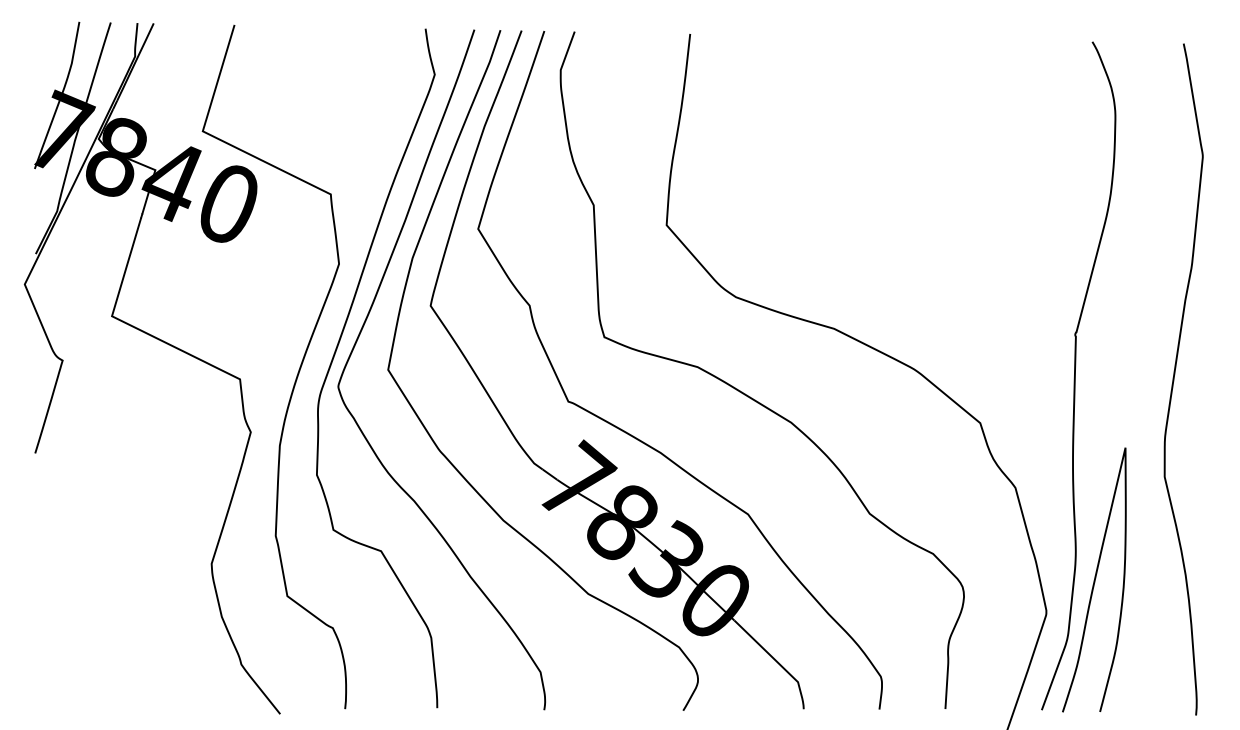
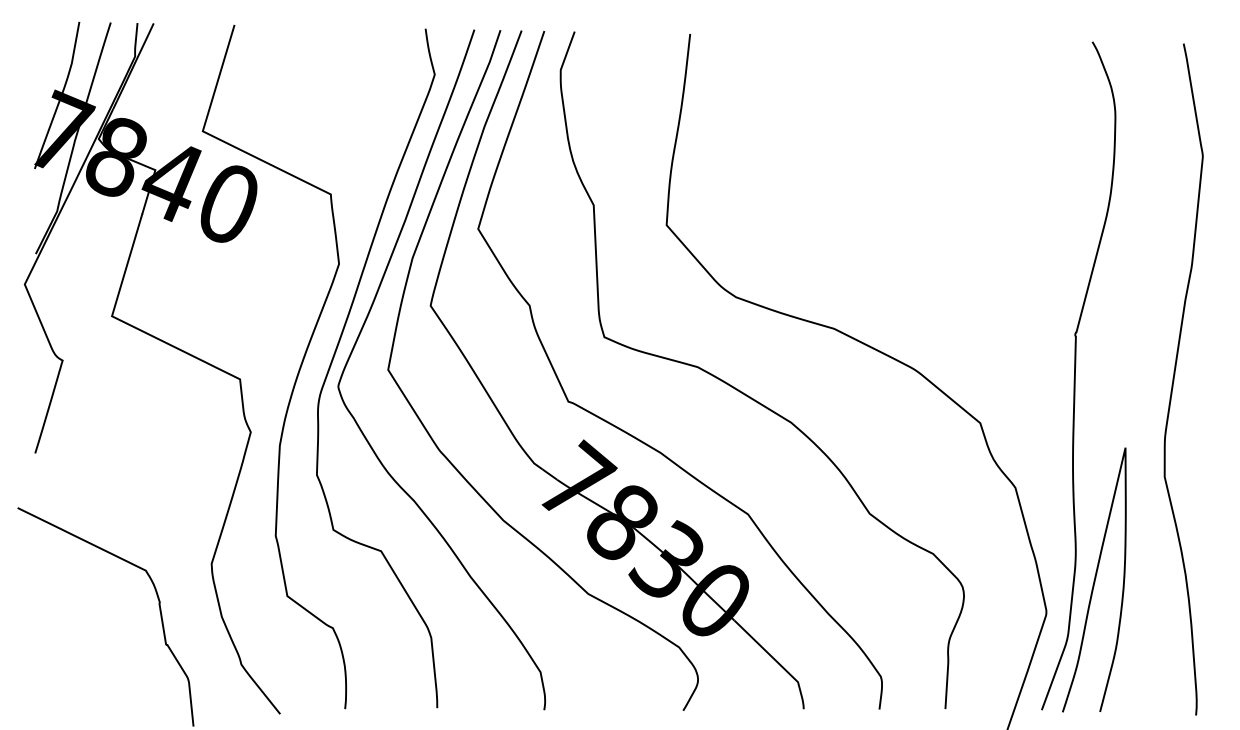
curve at (158, 605): none -> present
